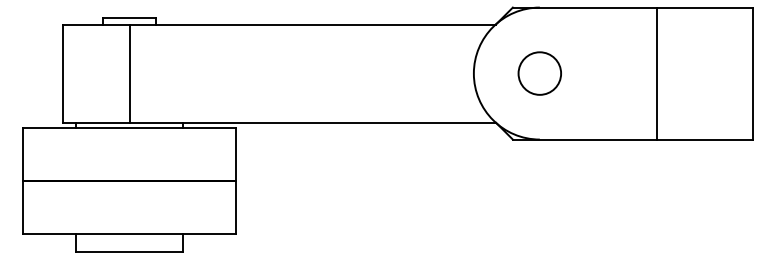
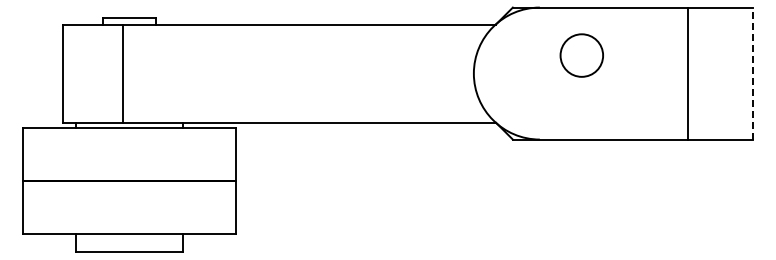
line at (129, 73) position: (129, 73) -> (122, 73)
circle at (539, 73) position: (539, 73) -> (581, 55)
line at (656, 73) position: (656, 73) -> (687, 73)
line at (752, 73): solid -> dashed
